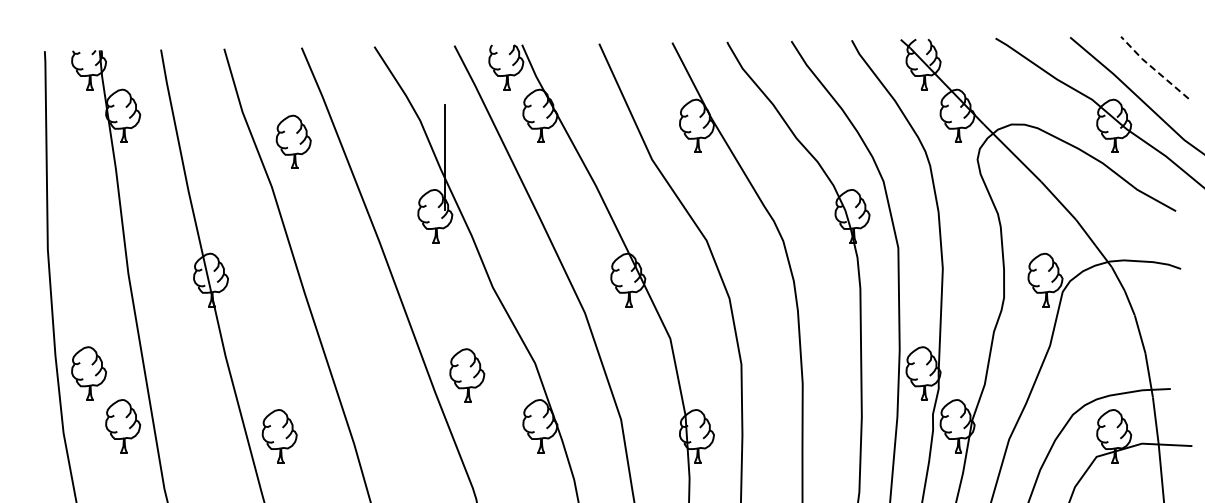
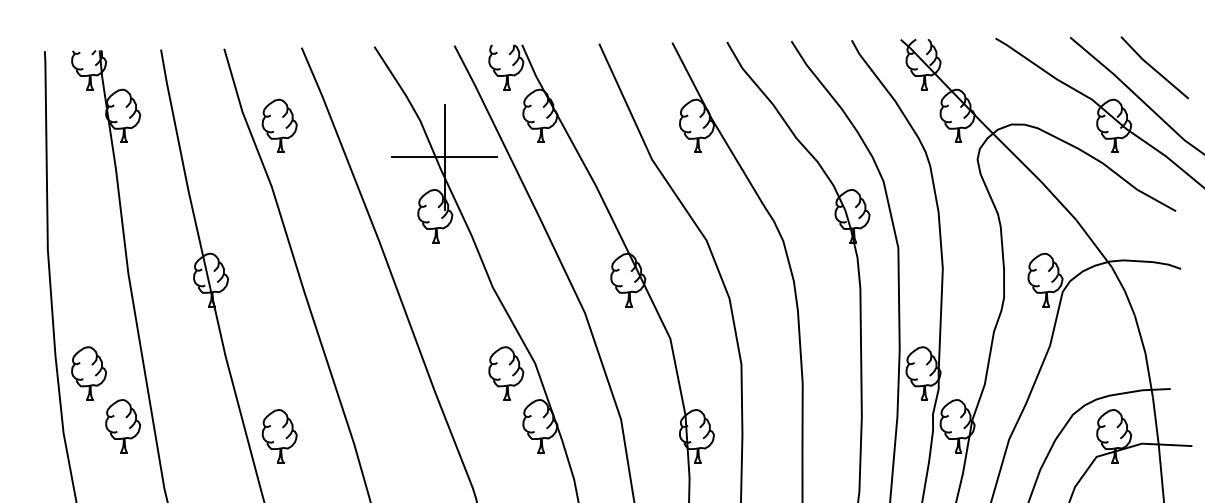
line at (1153, 68): dashed -> solid
part at (293, 141) position: (293, 141) -> (279, 125)
line at (444, 157): none -> present
part at (467, 375) position: (467, 375) -> (506, 373)
